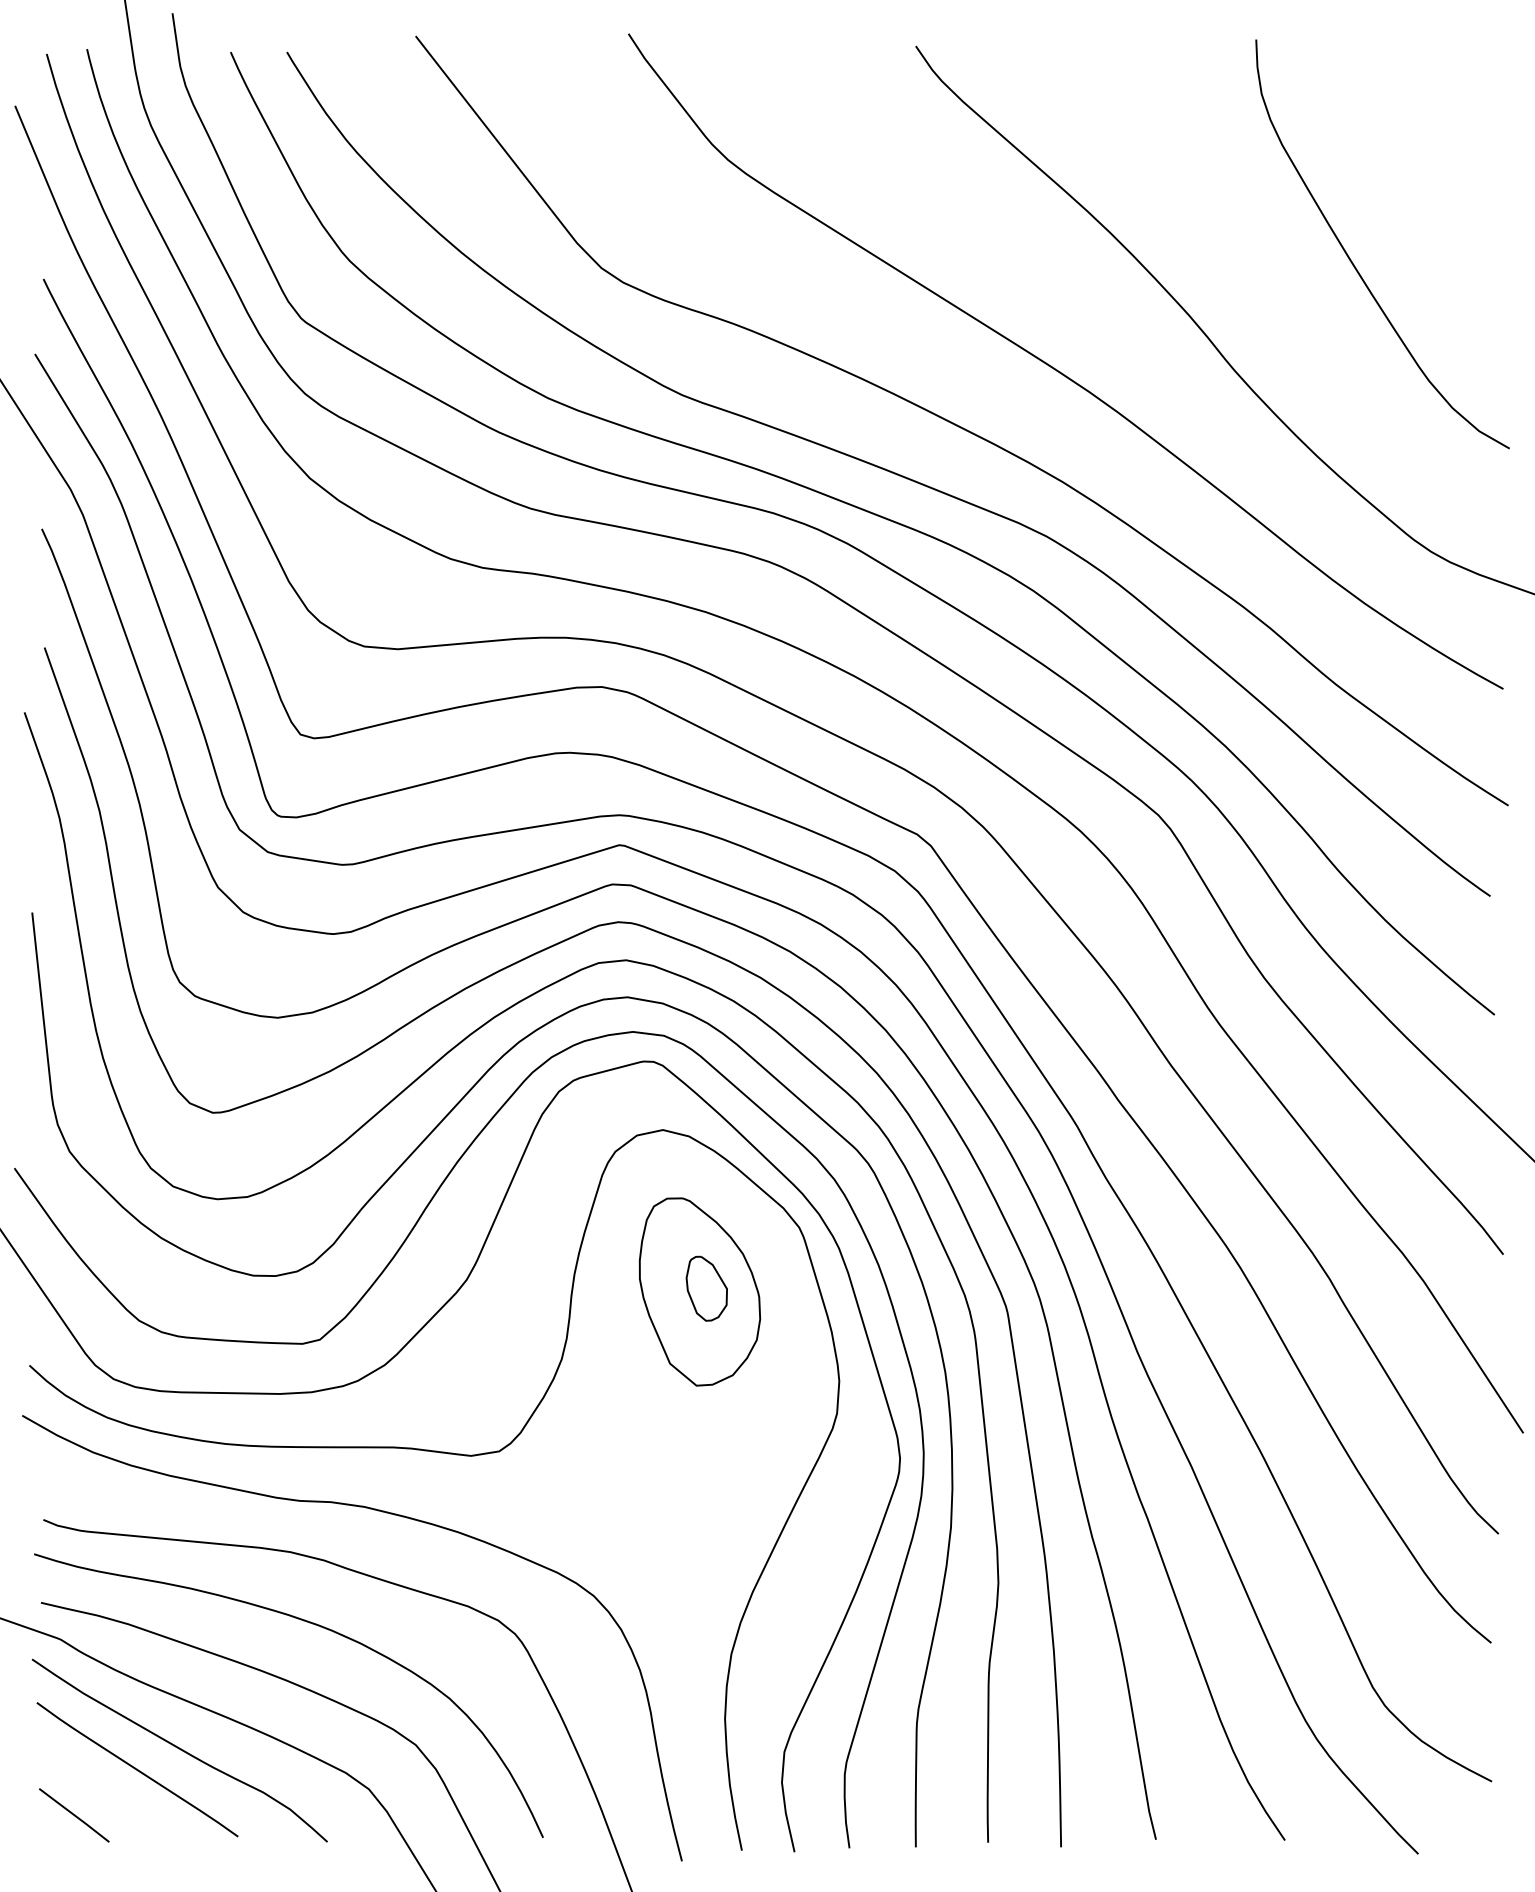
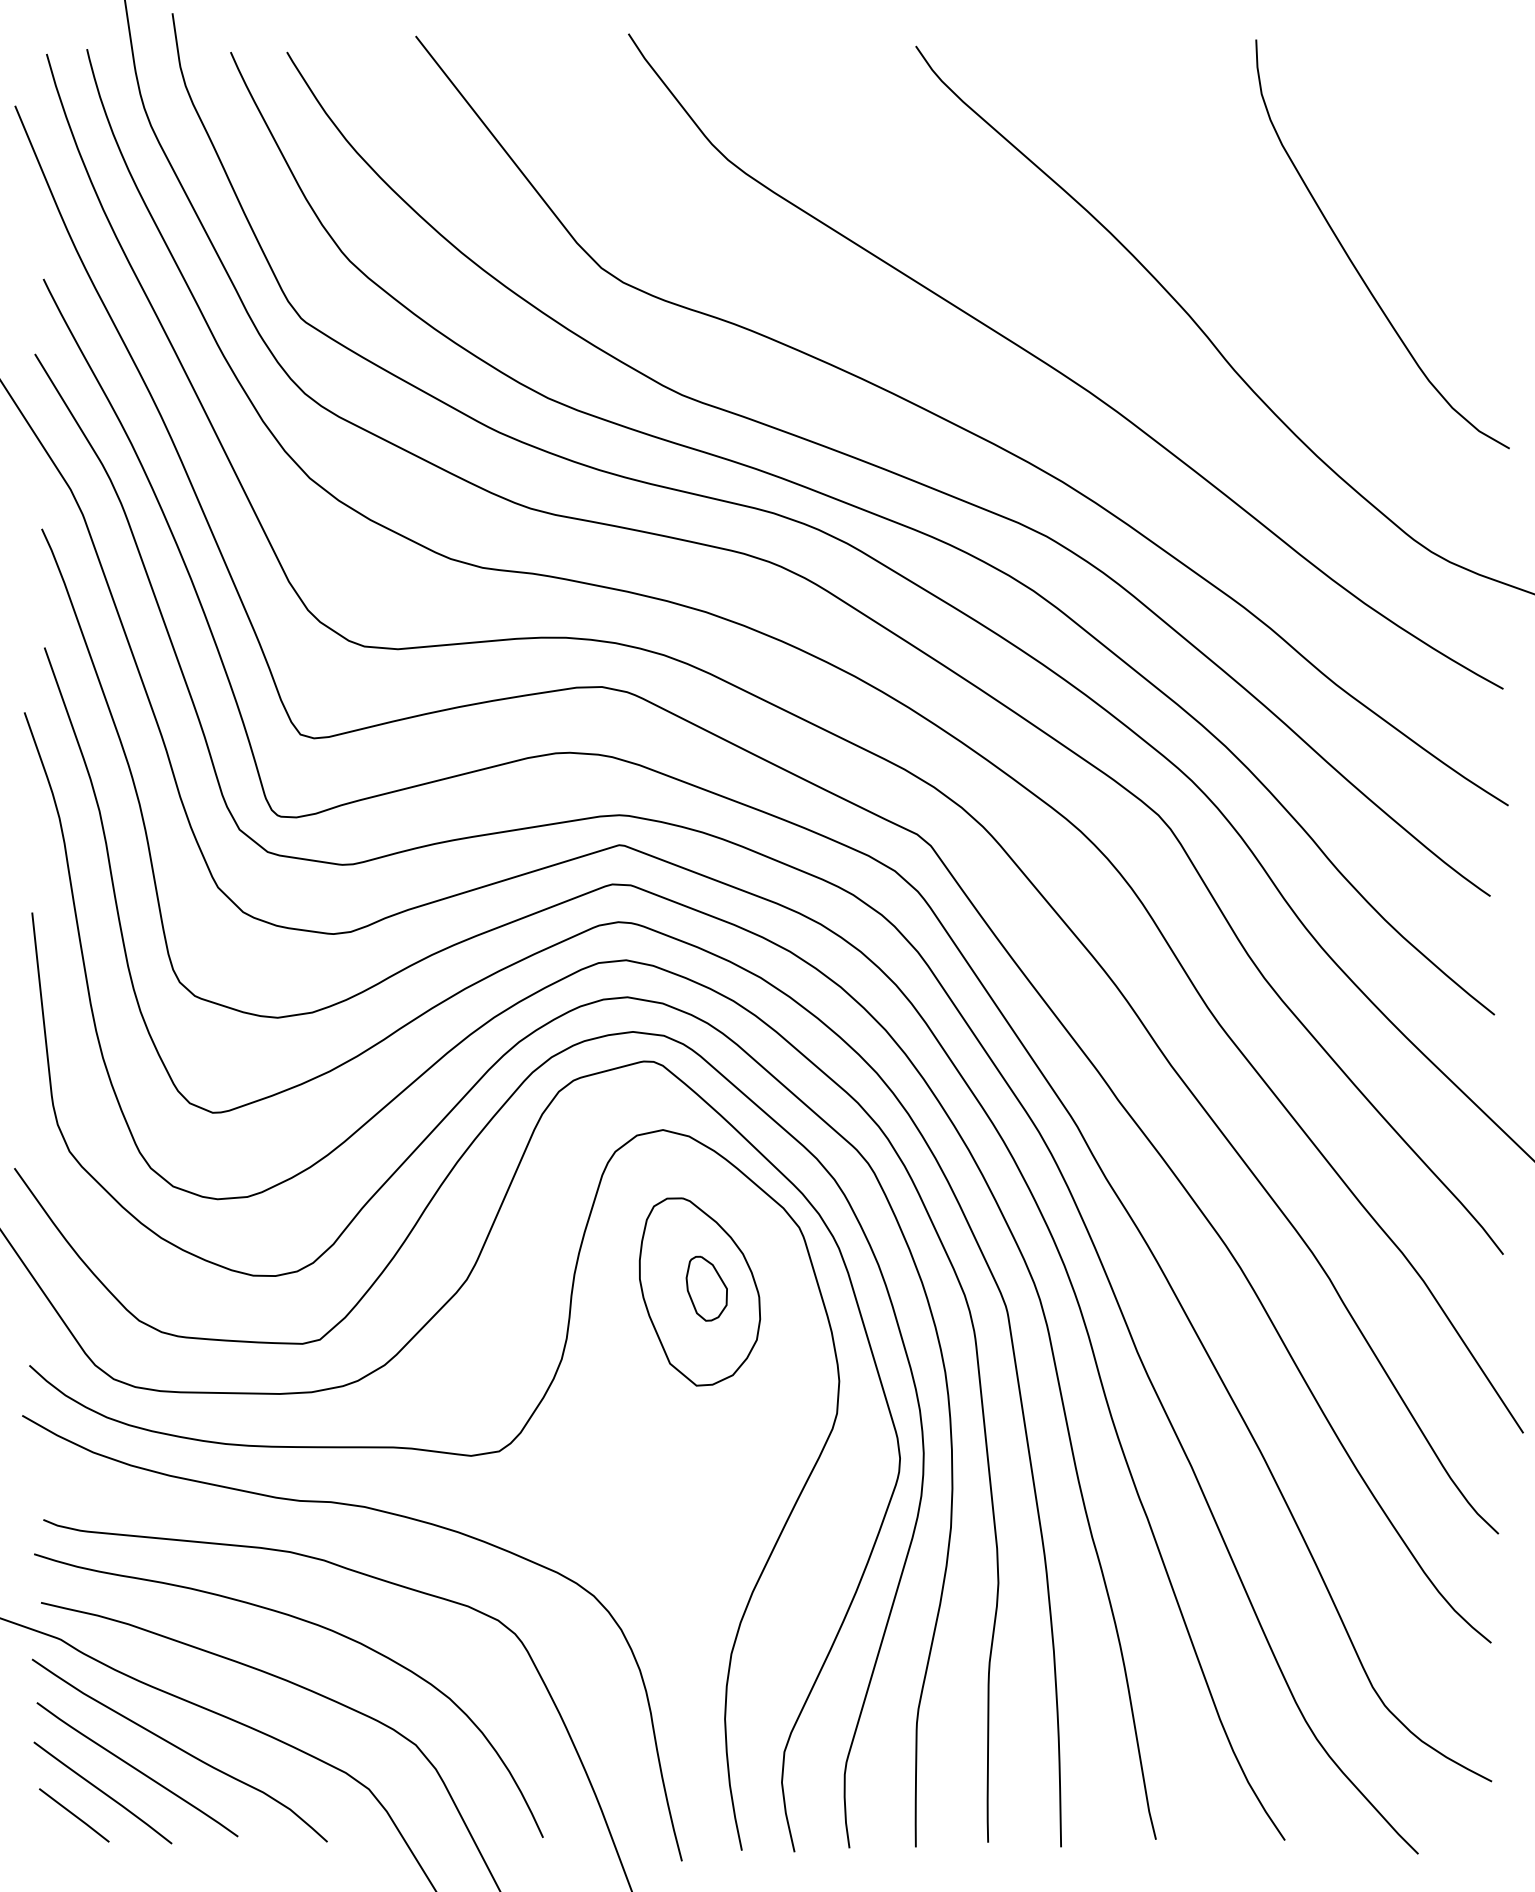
curve at (102, 1792): none -> present
